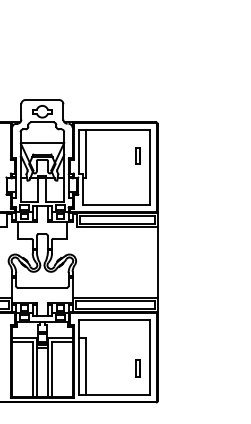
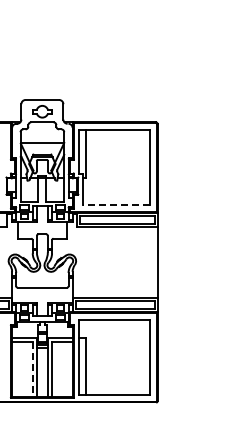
part at (137, 155): present -> none
line at (115, 205): solid -> dashed
part at (137, 368): present -> none
line at (32, 370): solid -> dashed
